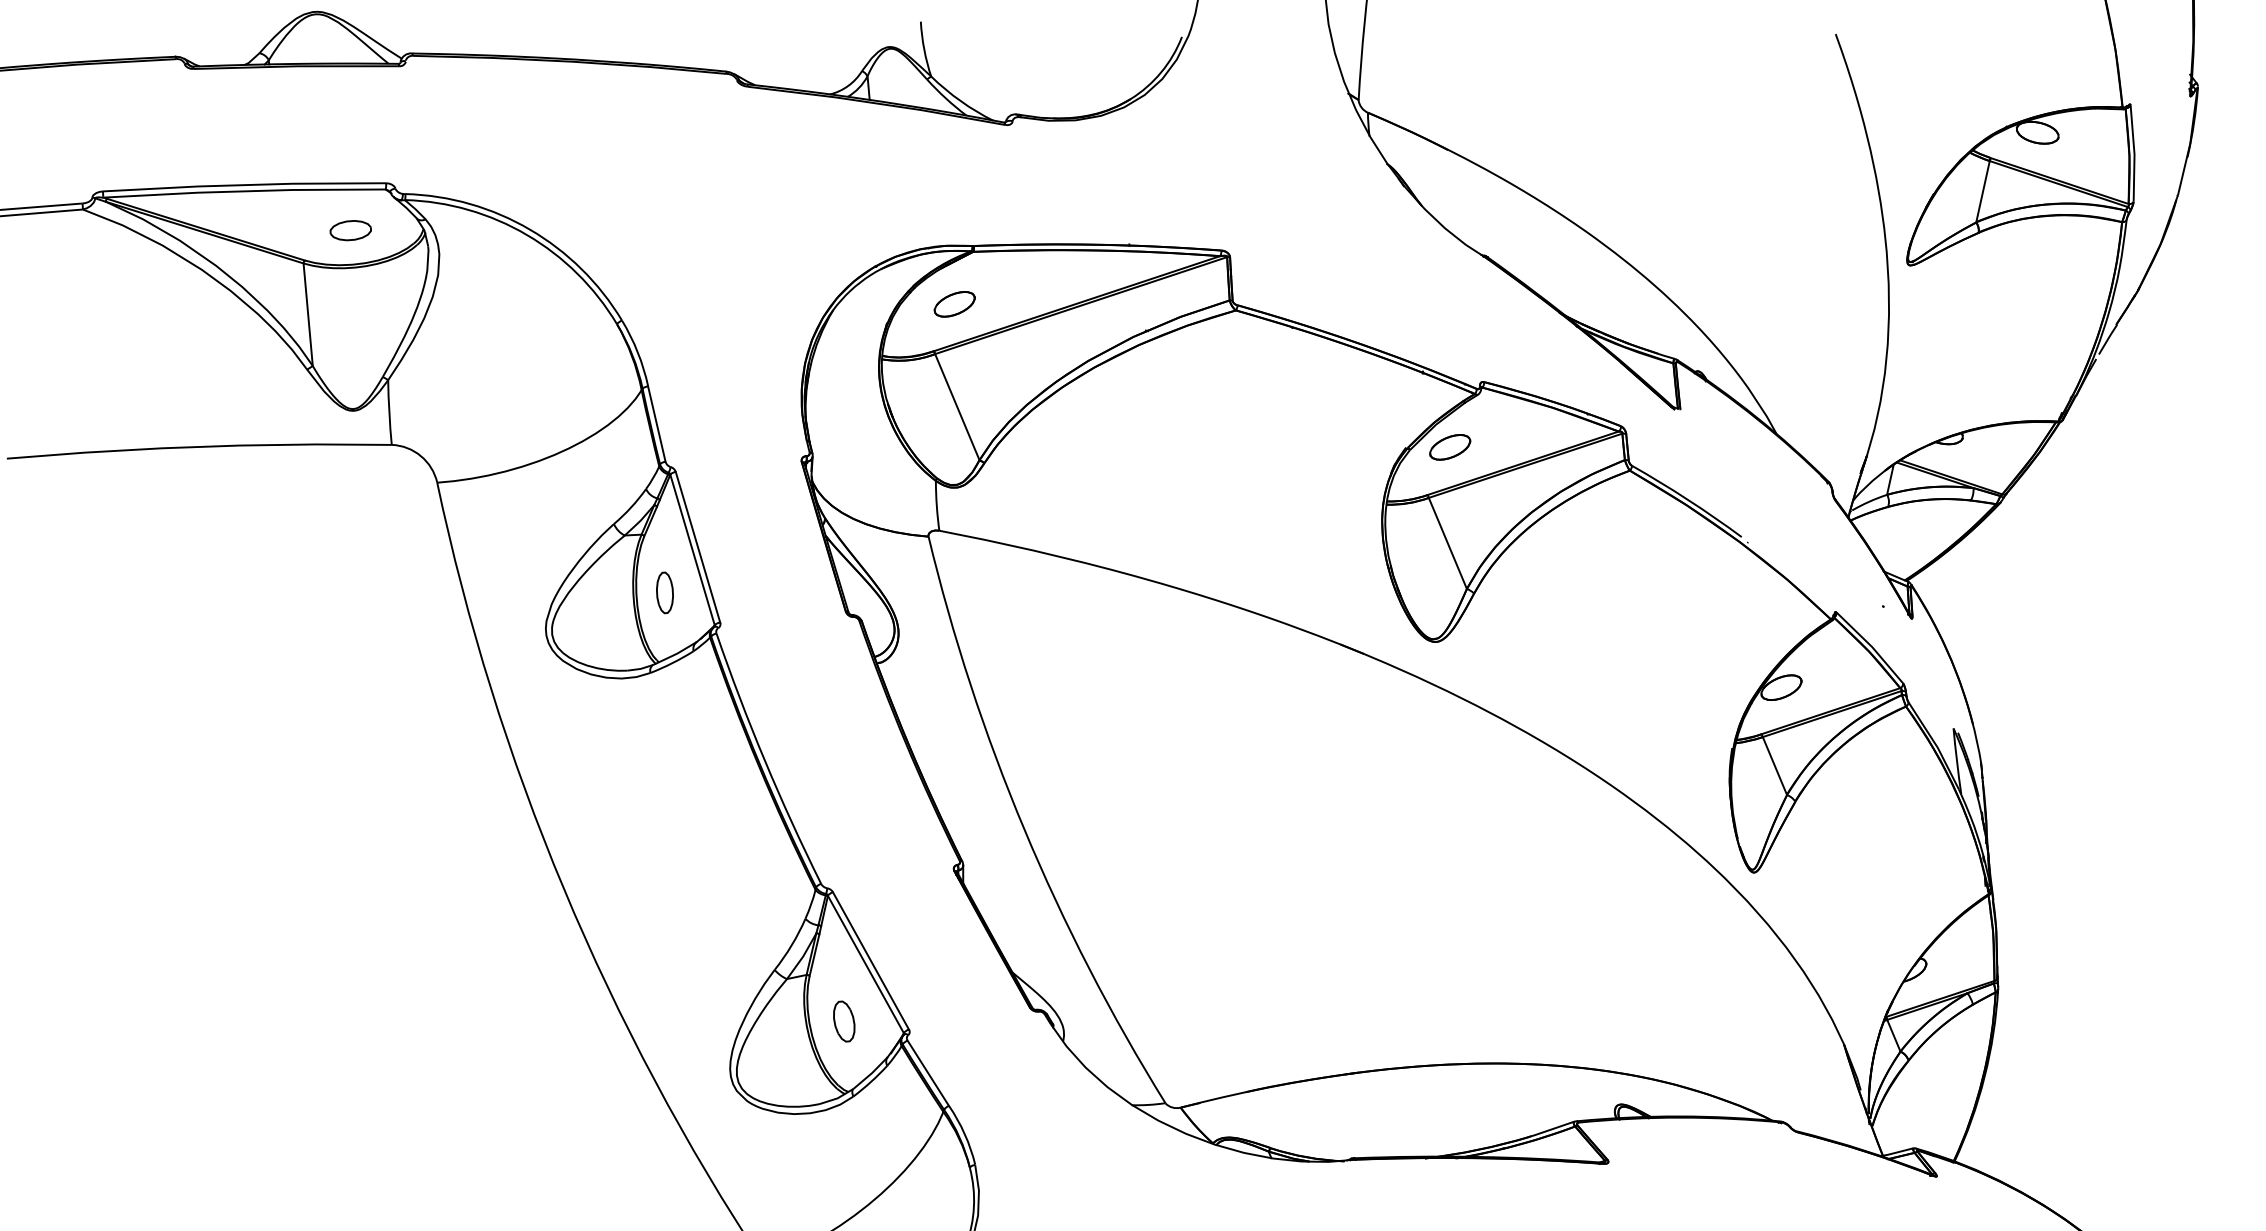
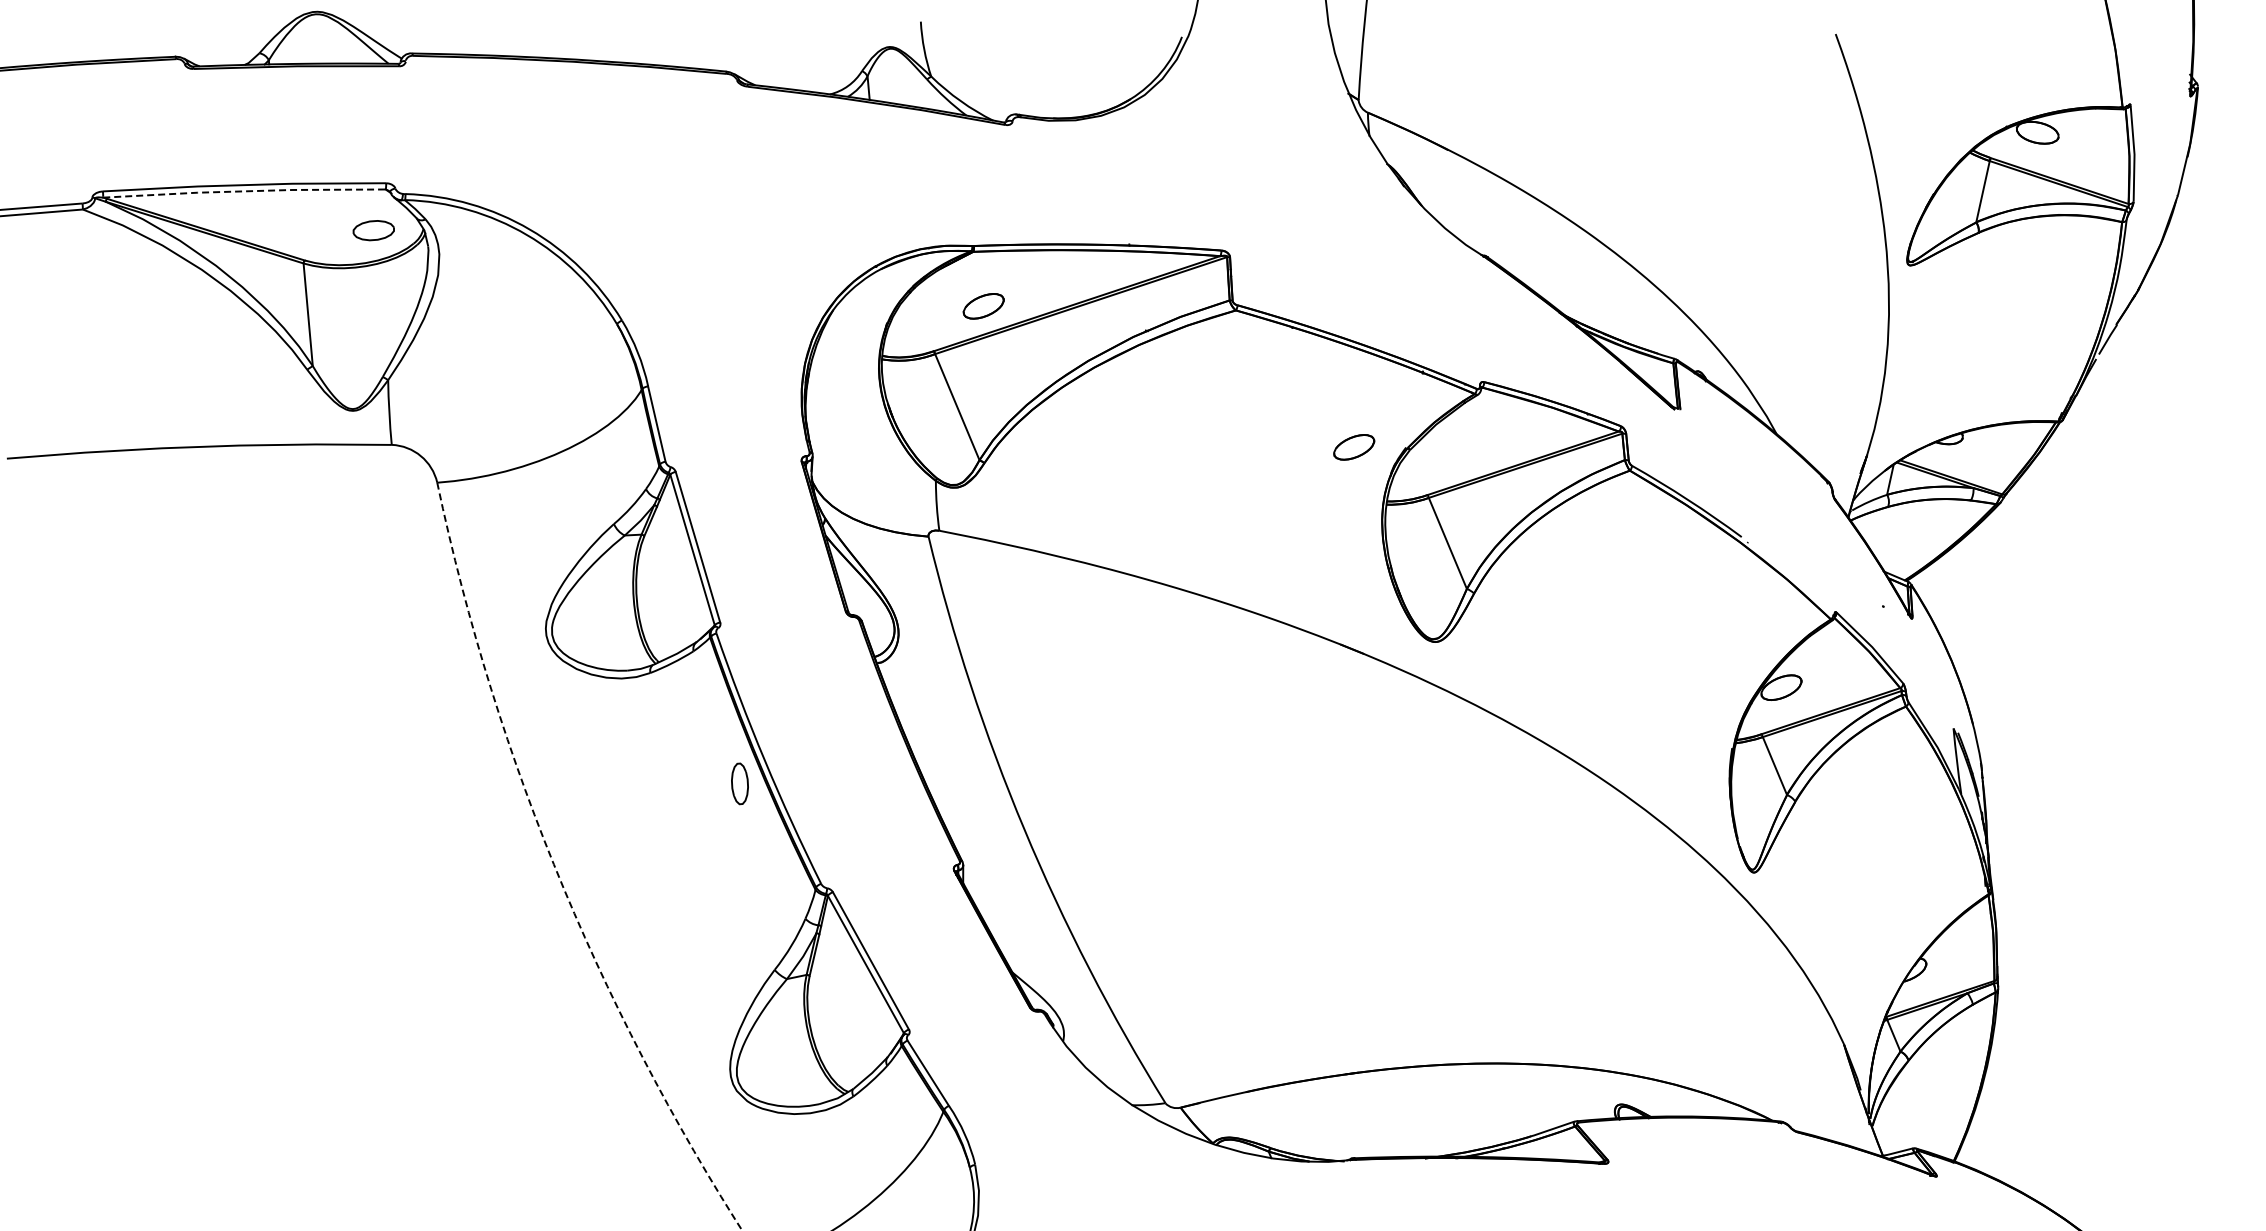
line at (244, 191): solid -> dashed
part at (350, 230) position: (350, 230) -> (373, 230)
part at (954, 304) position: (954, 304) -> (983, 306)
part at (1450, 447) position: (1450, 447) -> (1354, 447)
part at (664, 592) position: (664, 592) -> (739, 783)
arc at (556, 870): solid -> dashed
part at (844, 1021): present -> none
